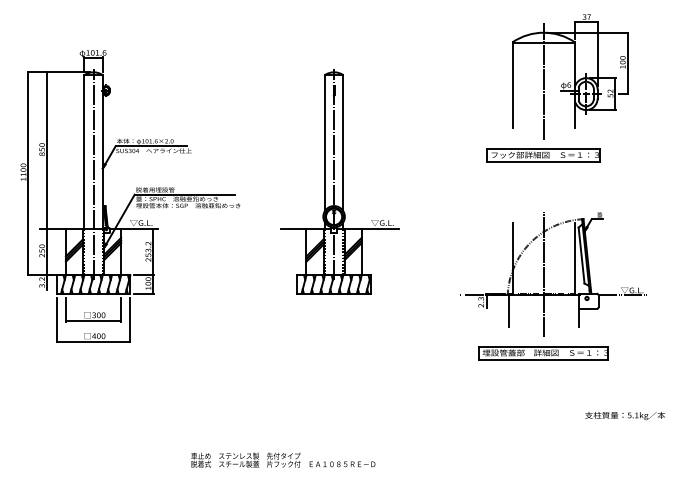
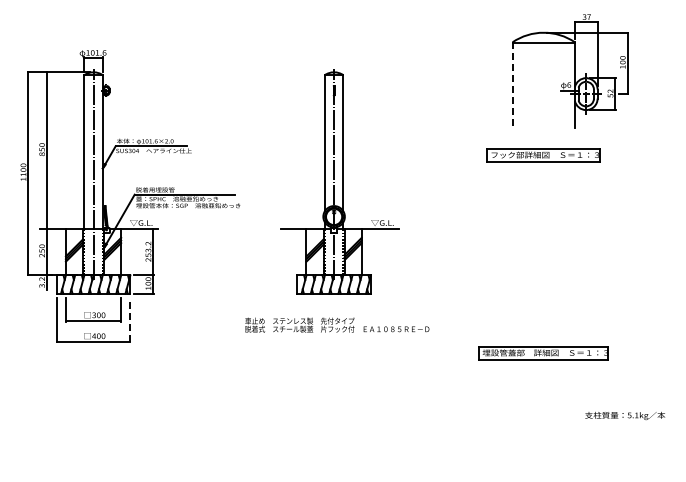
line at (543, 80): present -> none
line at (512, 85): solid -> dashed
part at (544, 274): present -> none
line at (130, 319): solid -> dashed
text at (283, 459) position: (283, 459) -> (337, 324)
